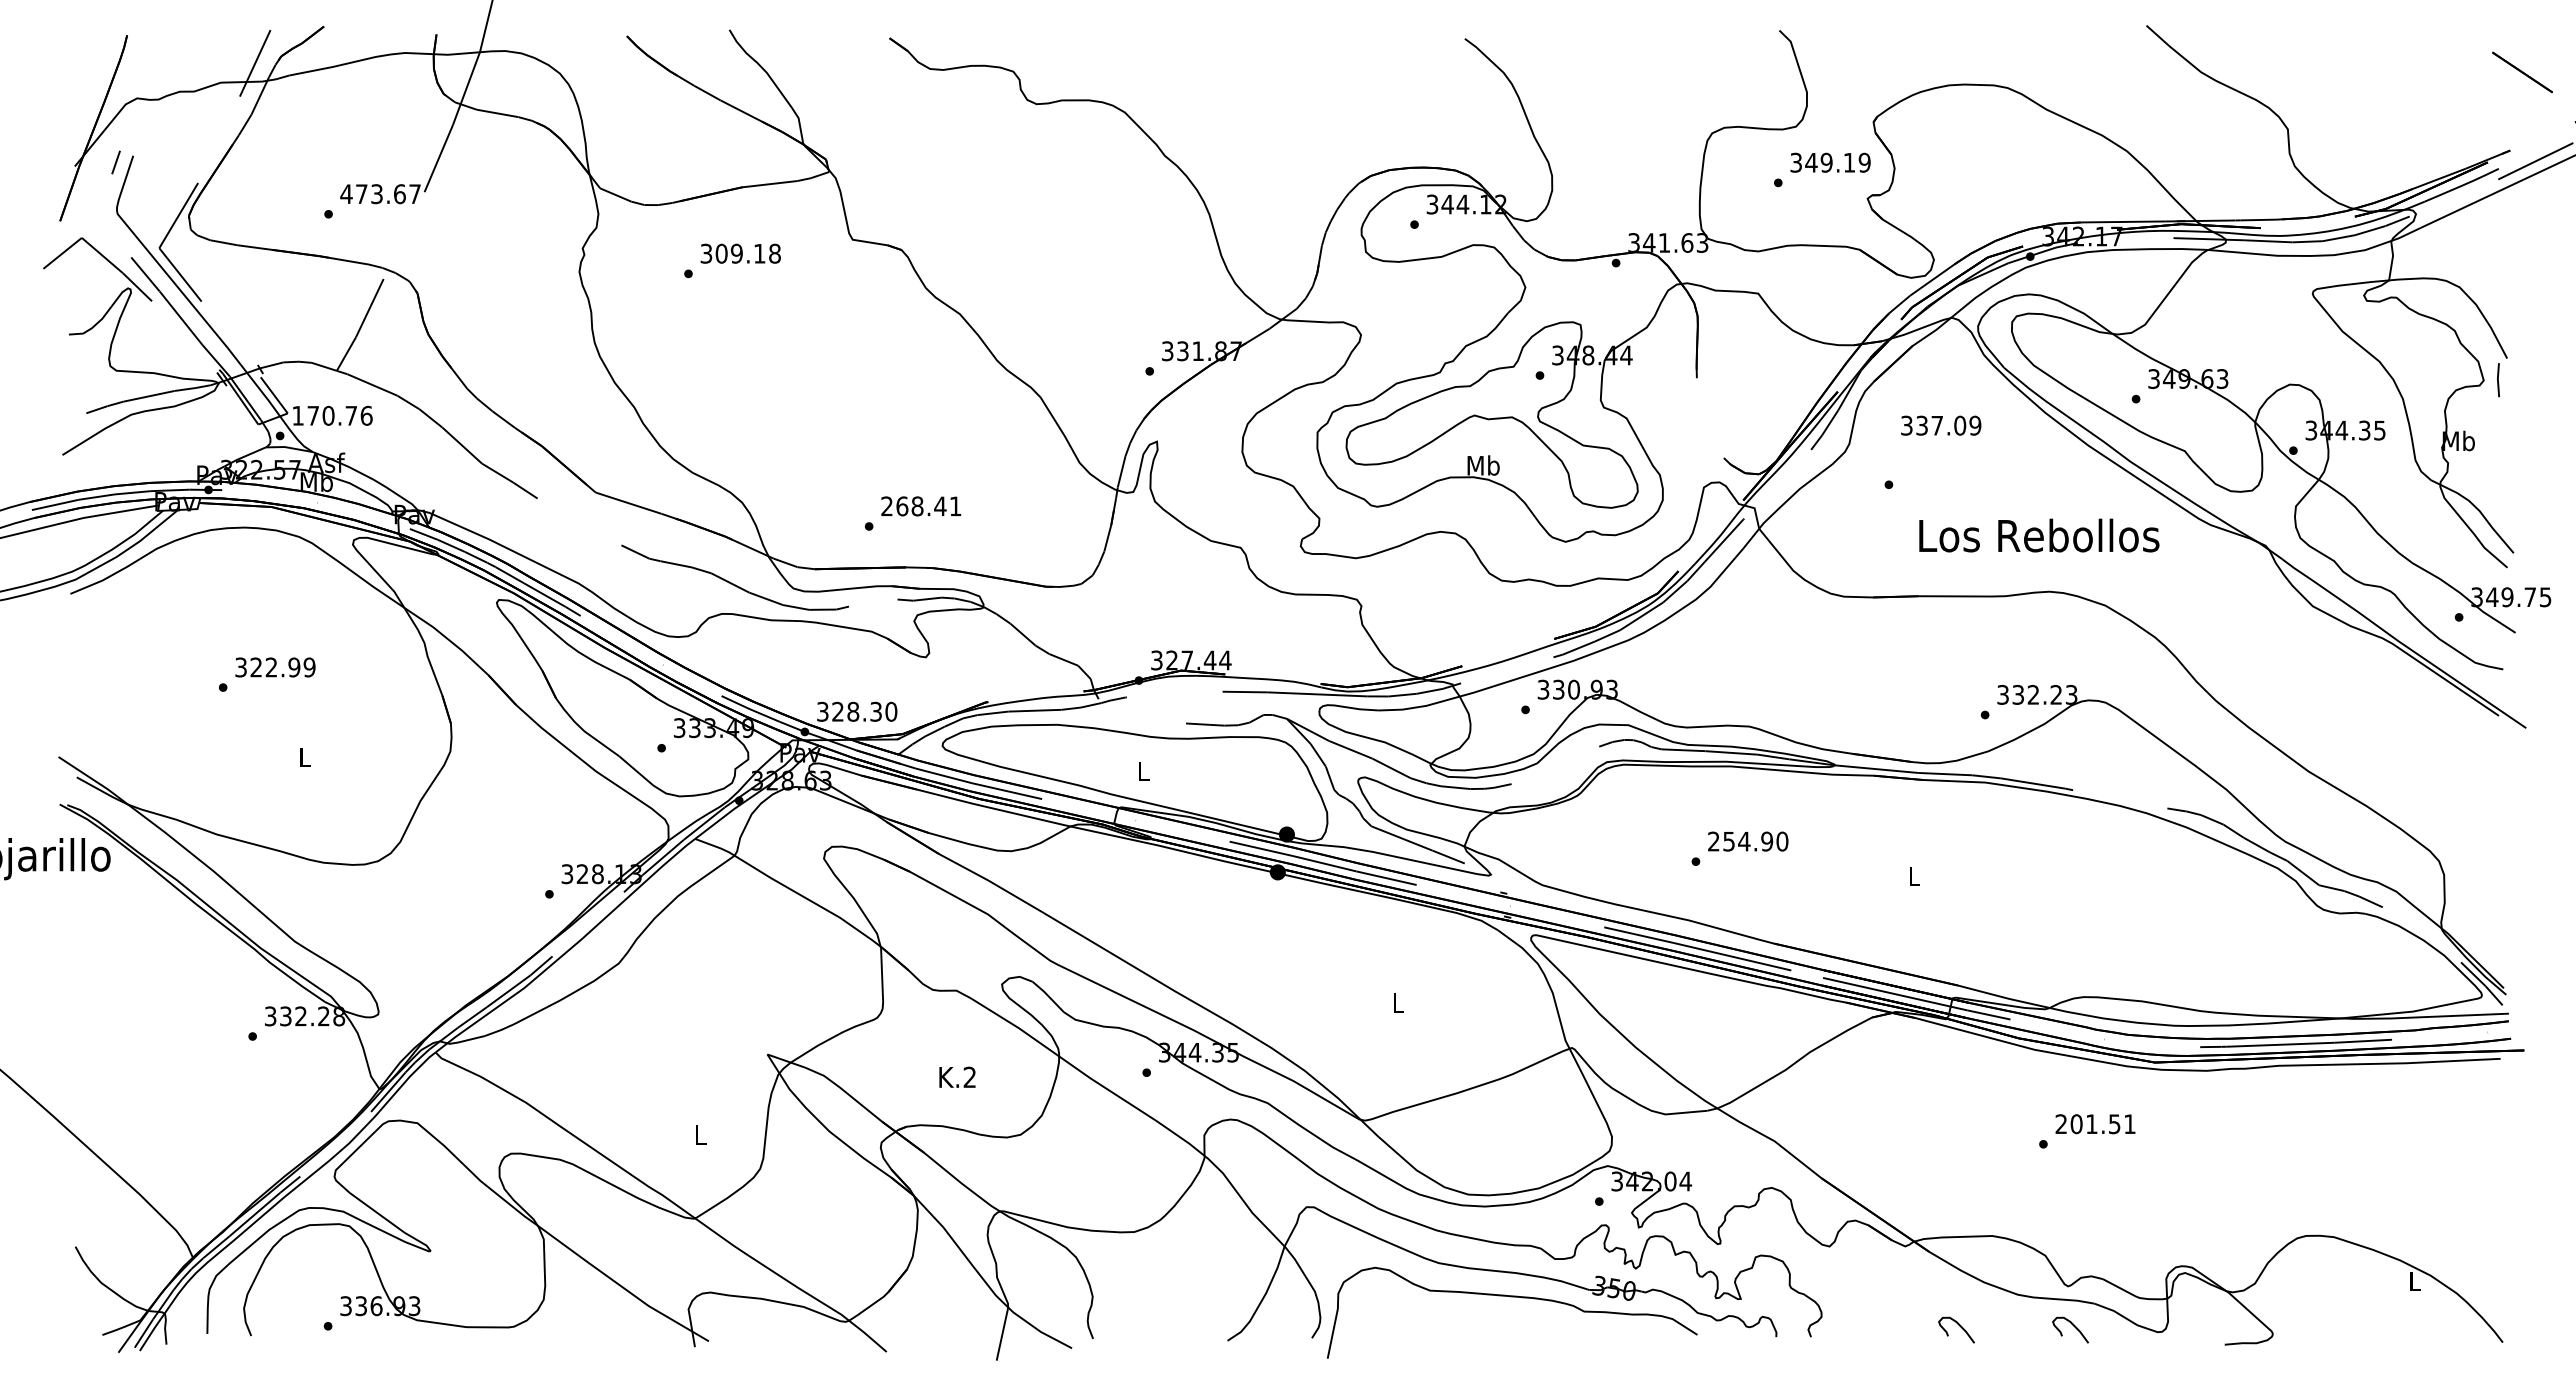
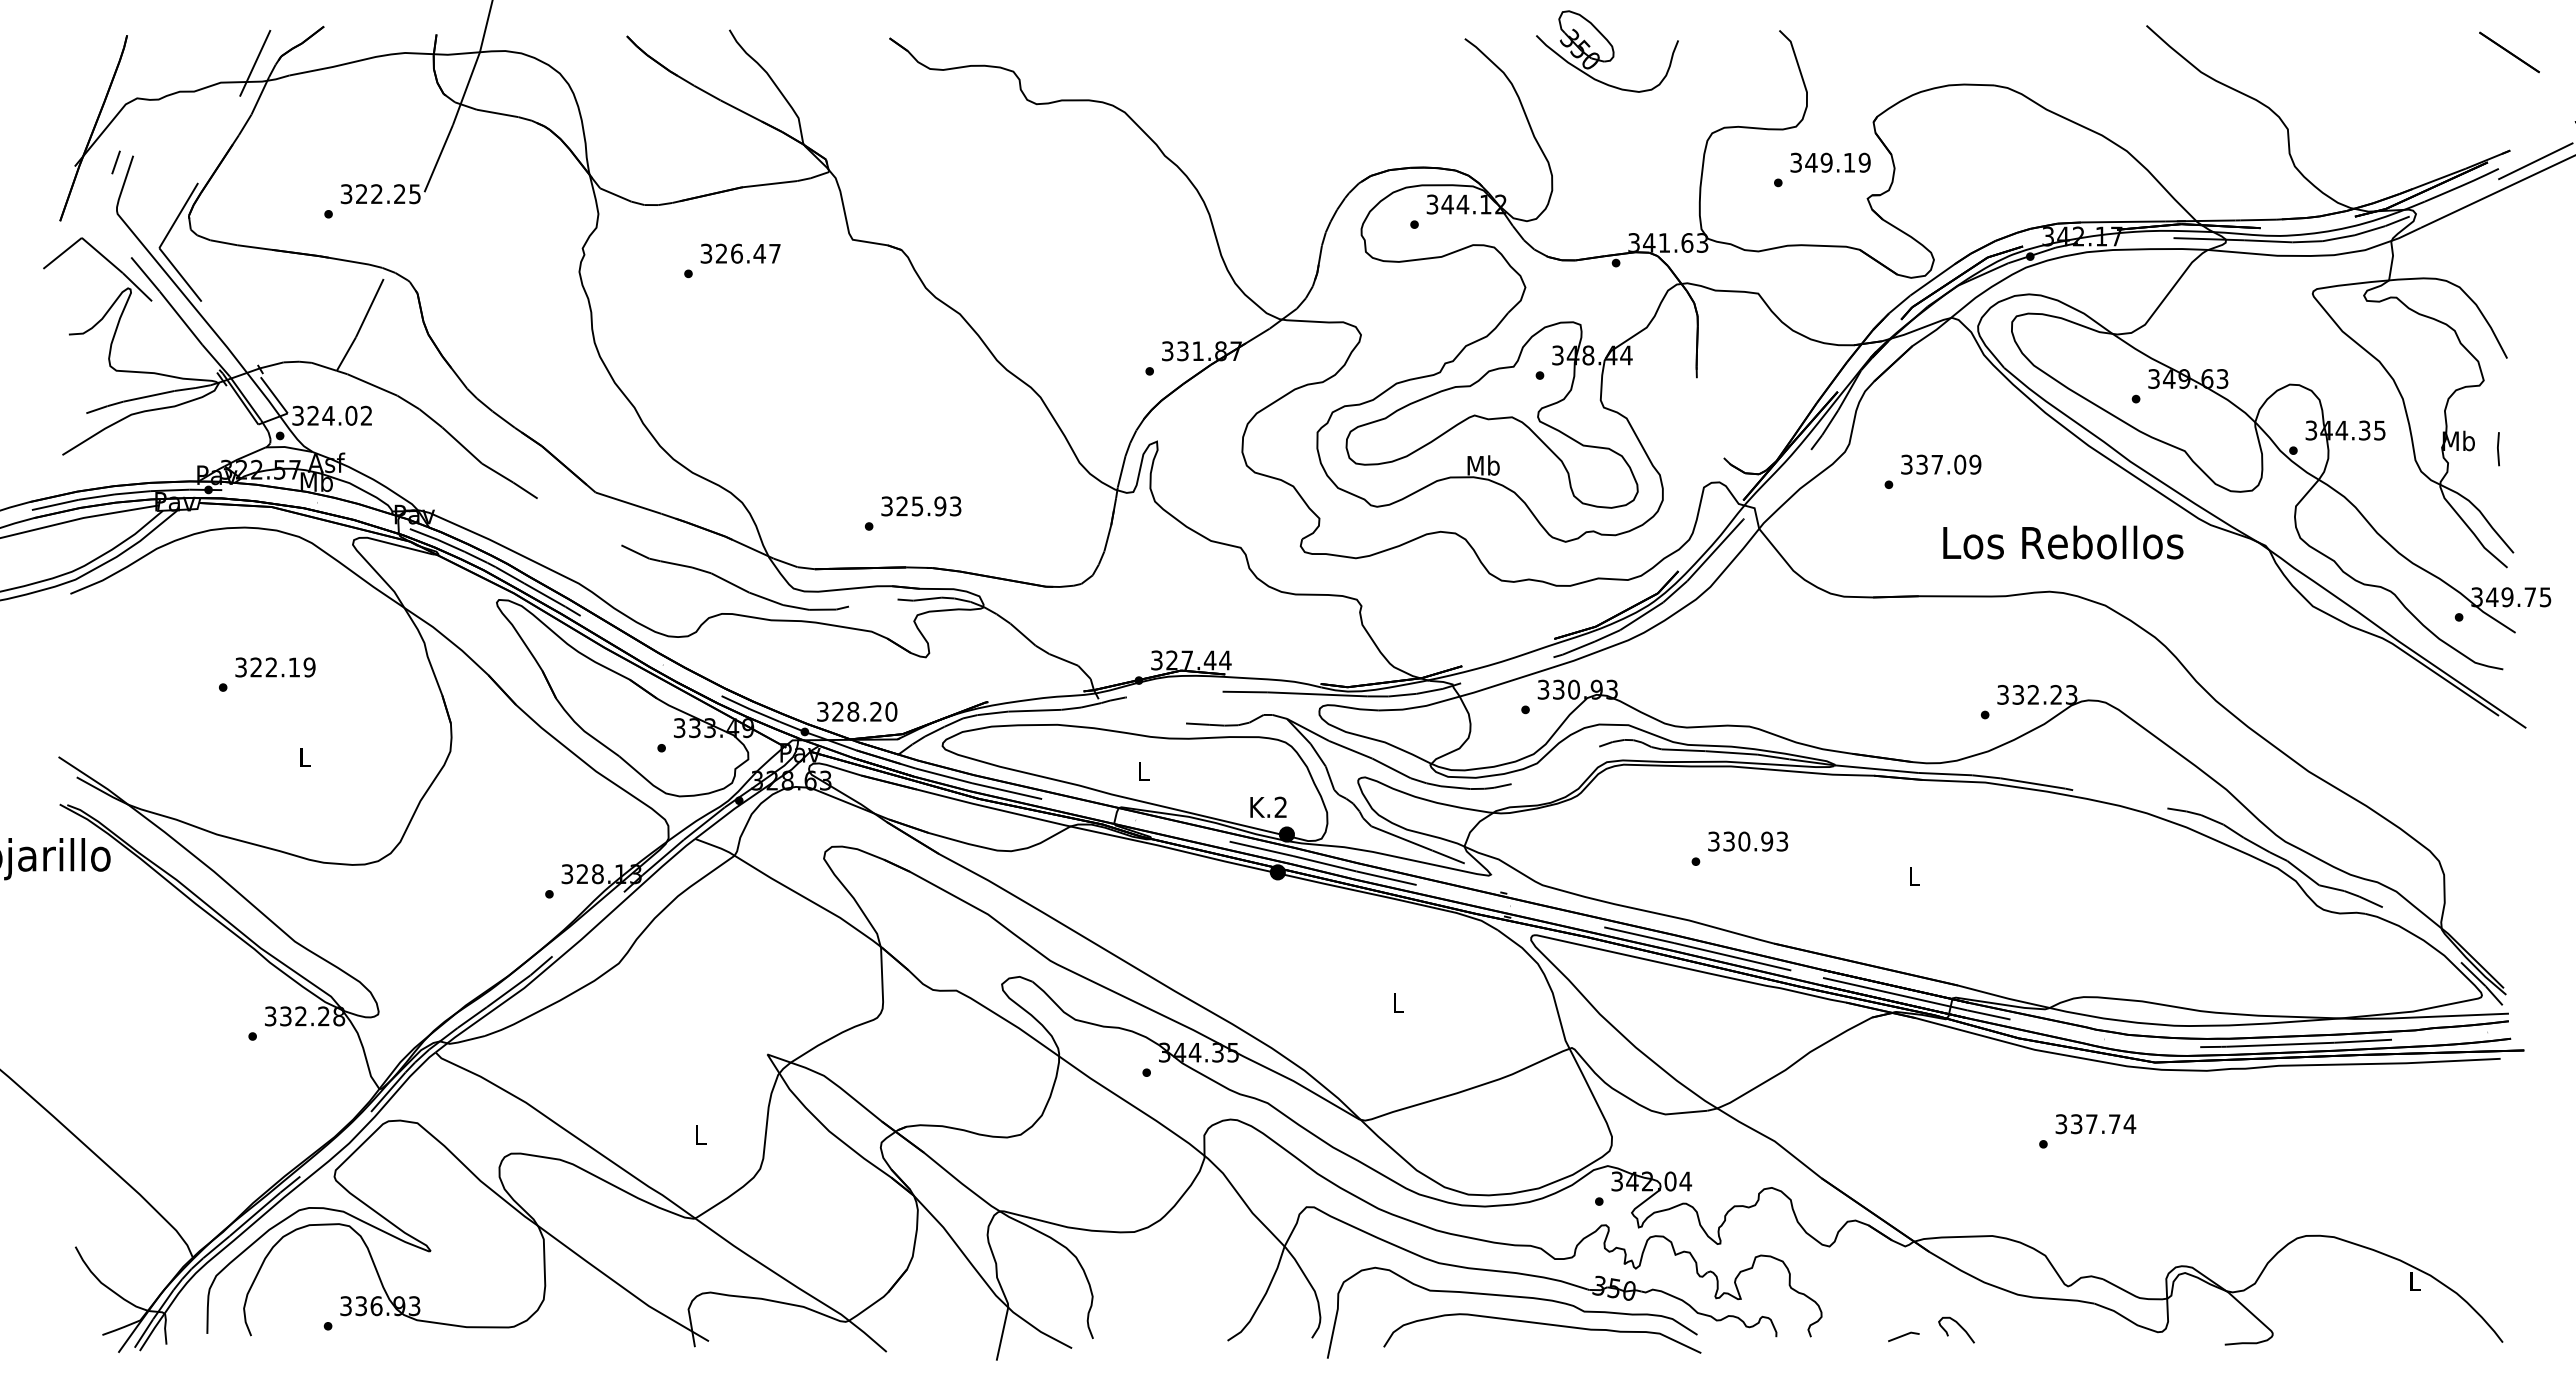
part at (1607, 51): none -> present
line at (2522, 72) position: (2522, 72) -> (2509, 52)
text at (380, 194): 473.67 -> 322.25
text at (747, 253): 309.18 -> 326.47
line at (2498, 380) position: (2498, 380) -> (2498, 449)
text at (332, 415): 170.76 -> 324.02
text at (1941, 425) position: (1941, 425) -> (1941, 464)
text at (921, 506): 268.41 -> 325.93
text at (2039, 535) position: (2039, 535) -> (2063, 542)
text at (294, 667): 322.99 -> 322.19
text at (875, 711): 328.30 -> 328.20
text at (1748, 841): 254.90 -> 330.93
text at (957, 1076) position: (957, 1076) -> (1268, 806)
text at (2095, 1124): 201.51 -> 337.74
curve at (1546, 1325): none -> present
curve at (2073, 1326): present -> none
line at (1903, 1336): none -> present
